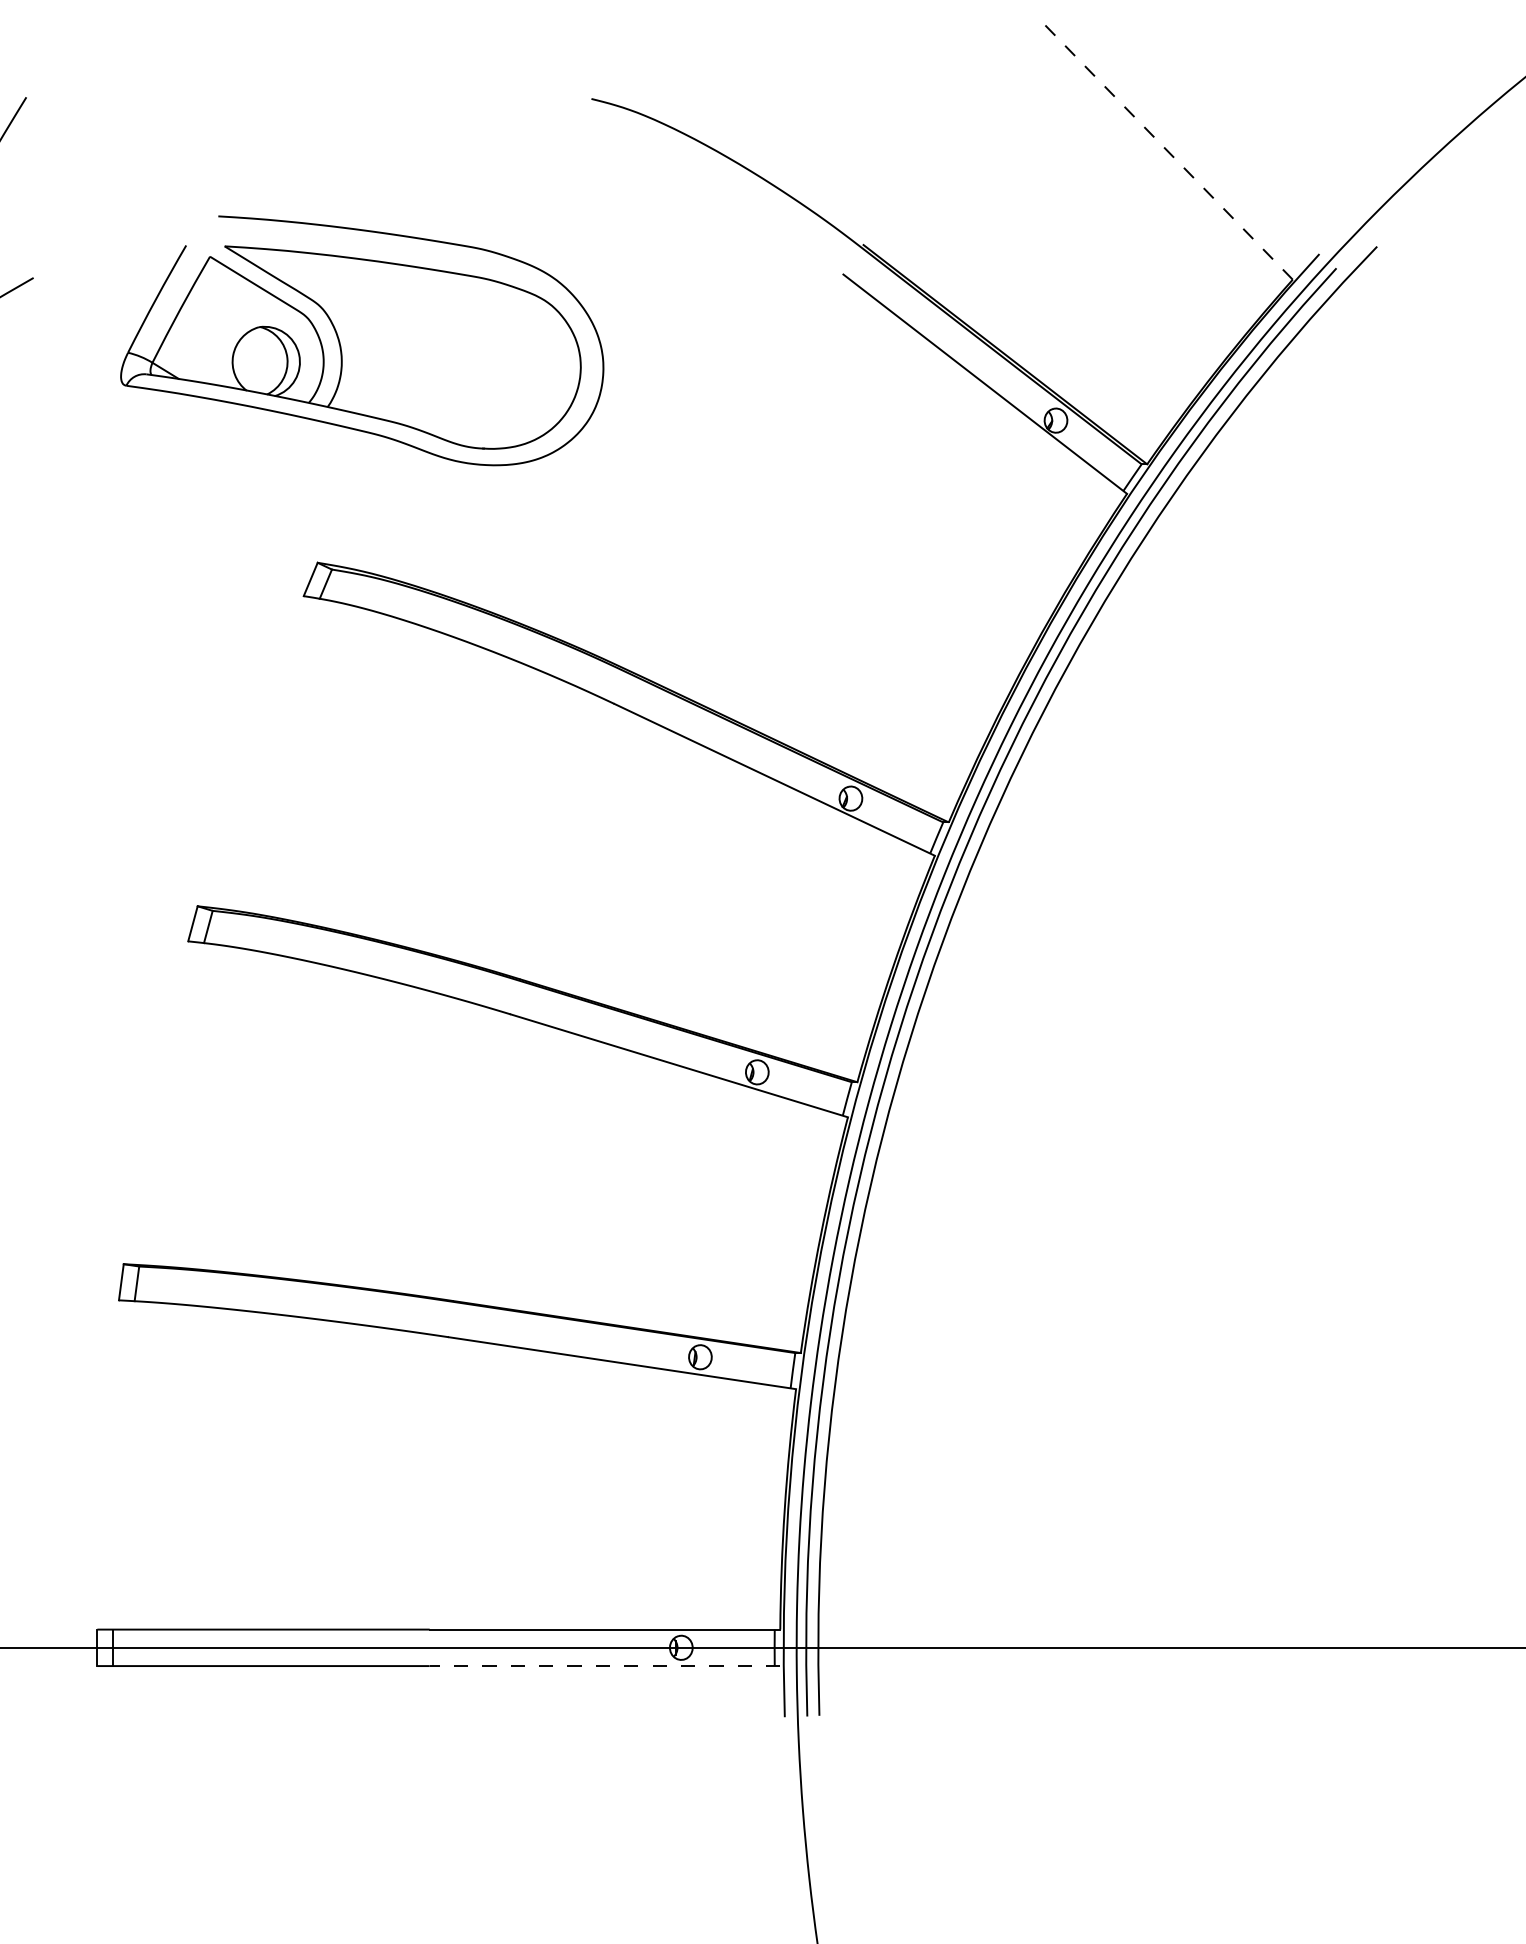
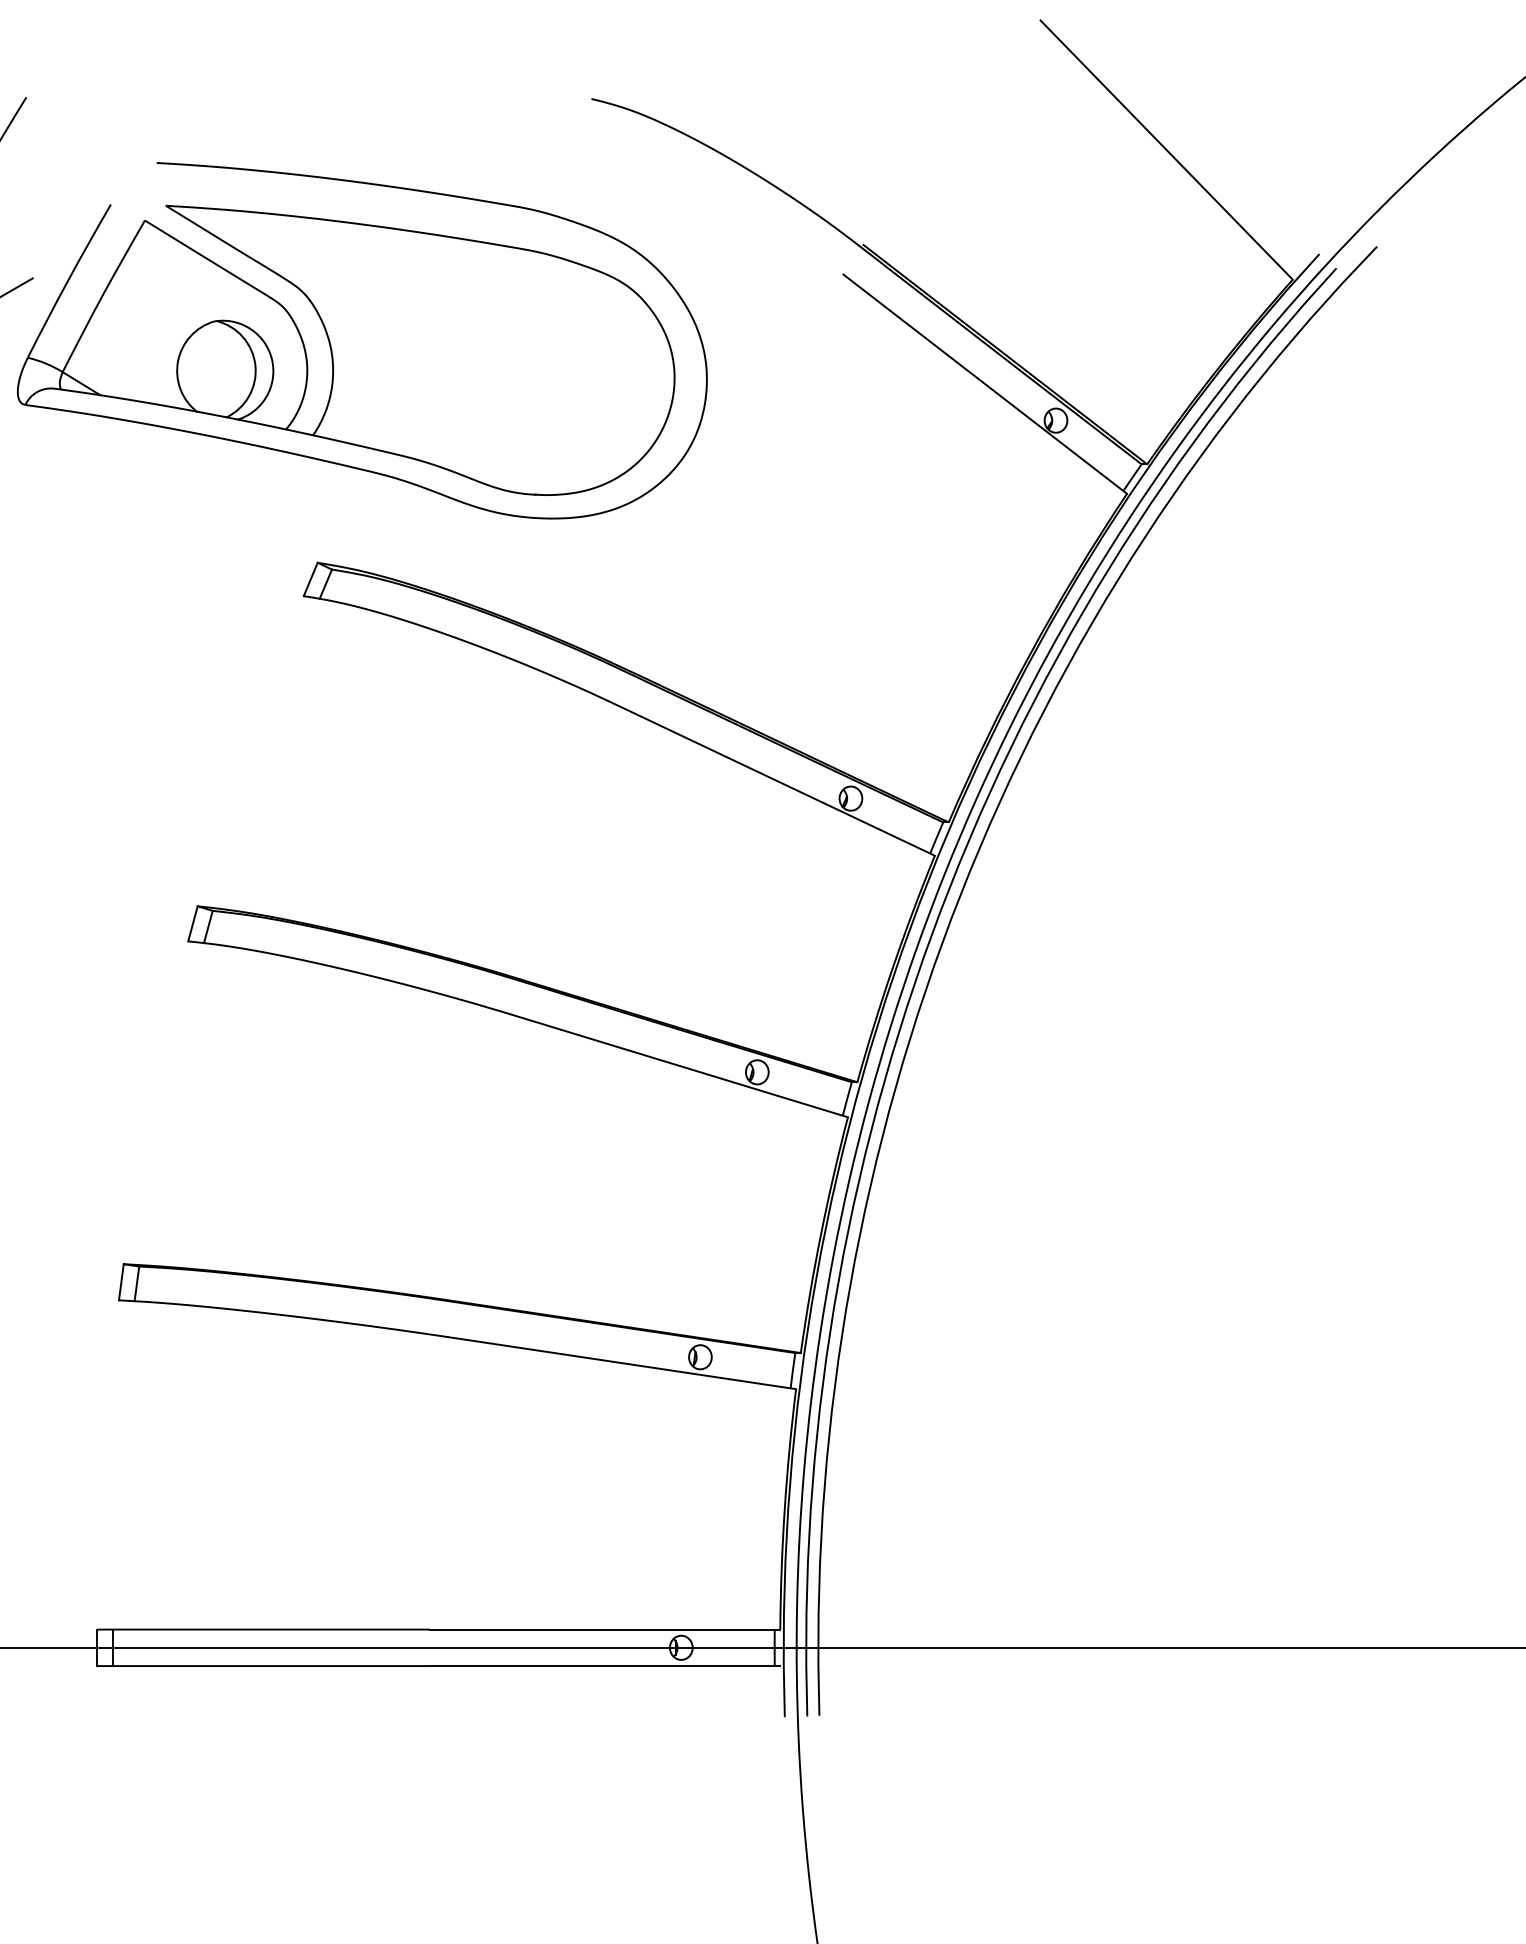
line at (1166, 150): dashed -> solid
part at (362, 340) size: 485x252 px -> 692x358 px
line at (604, 1666): dashed -> solid
